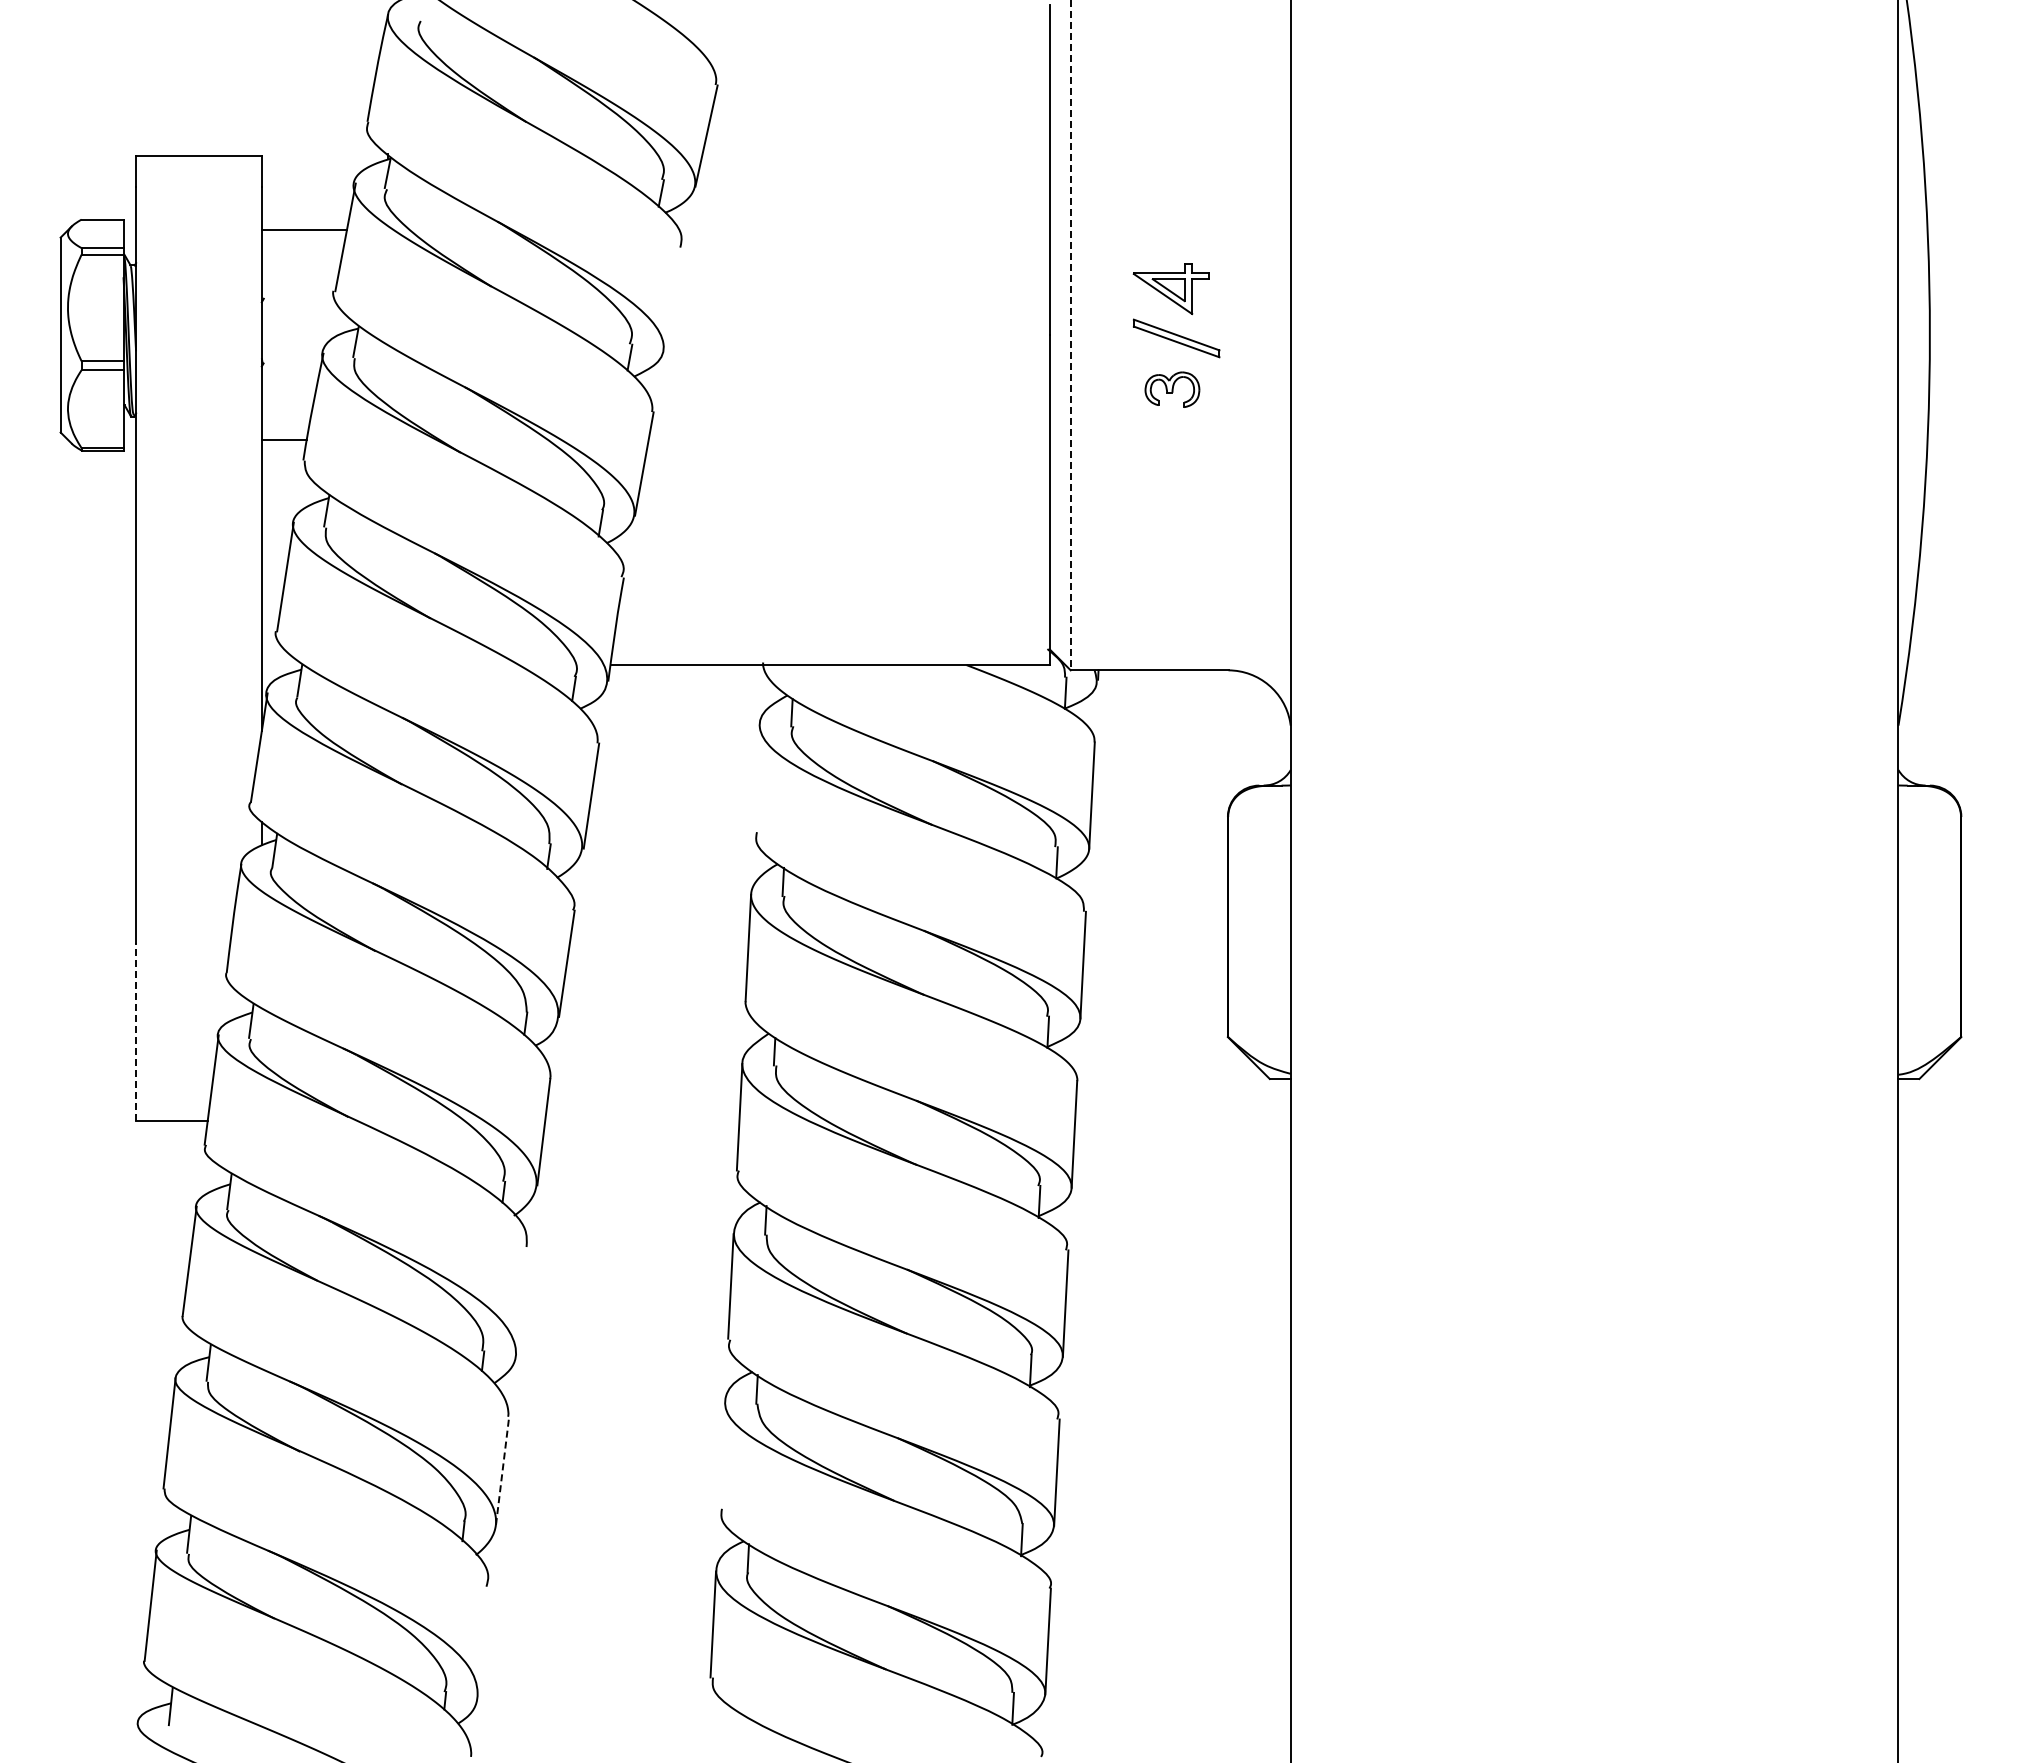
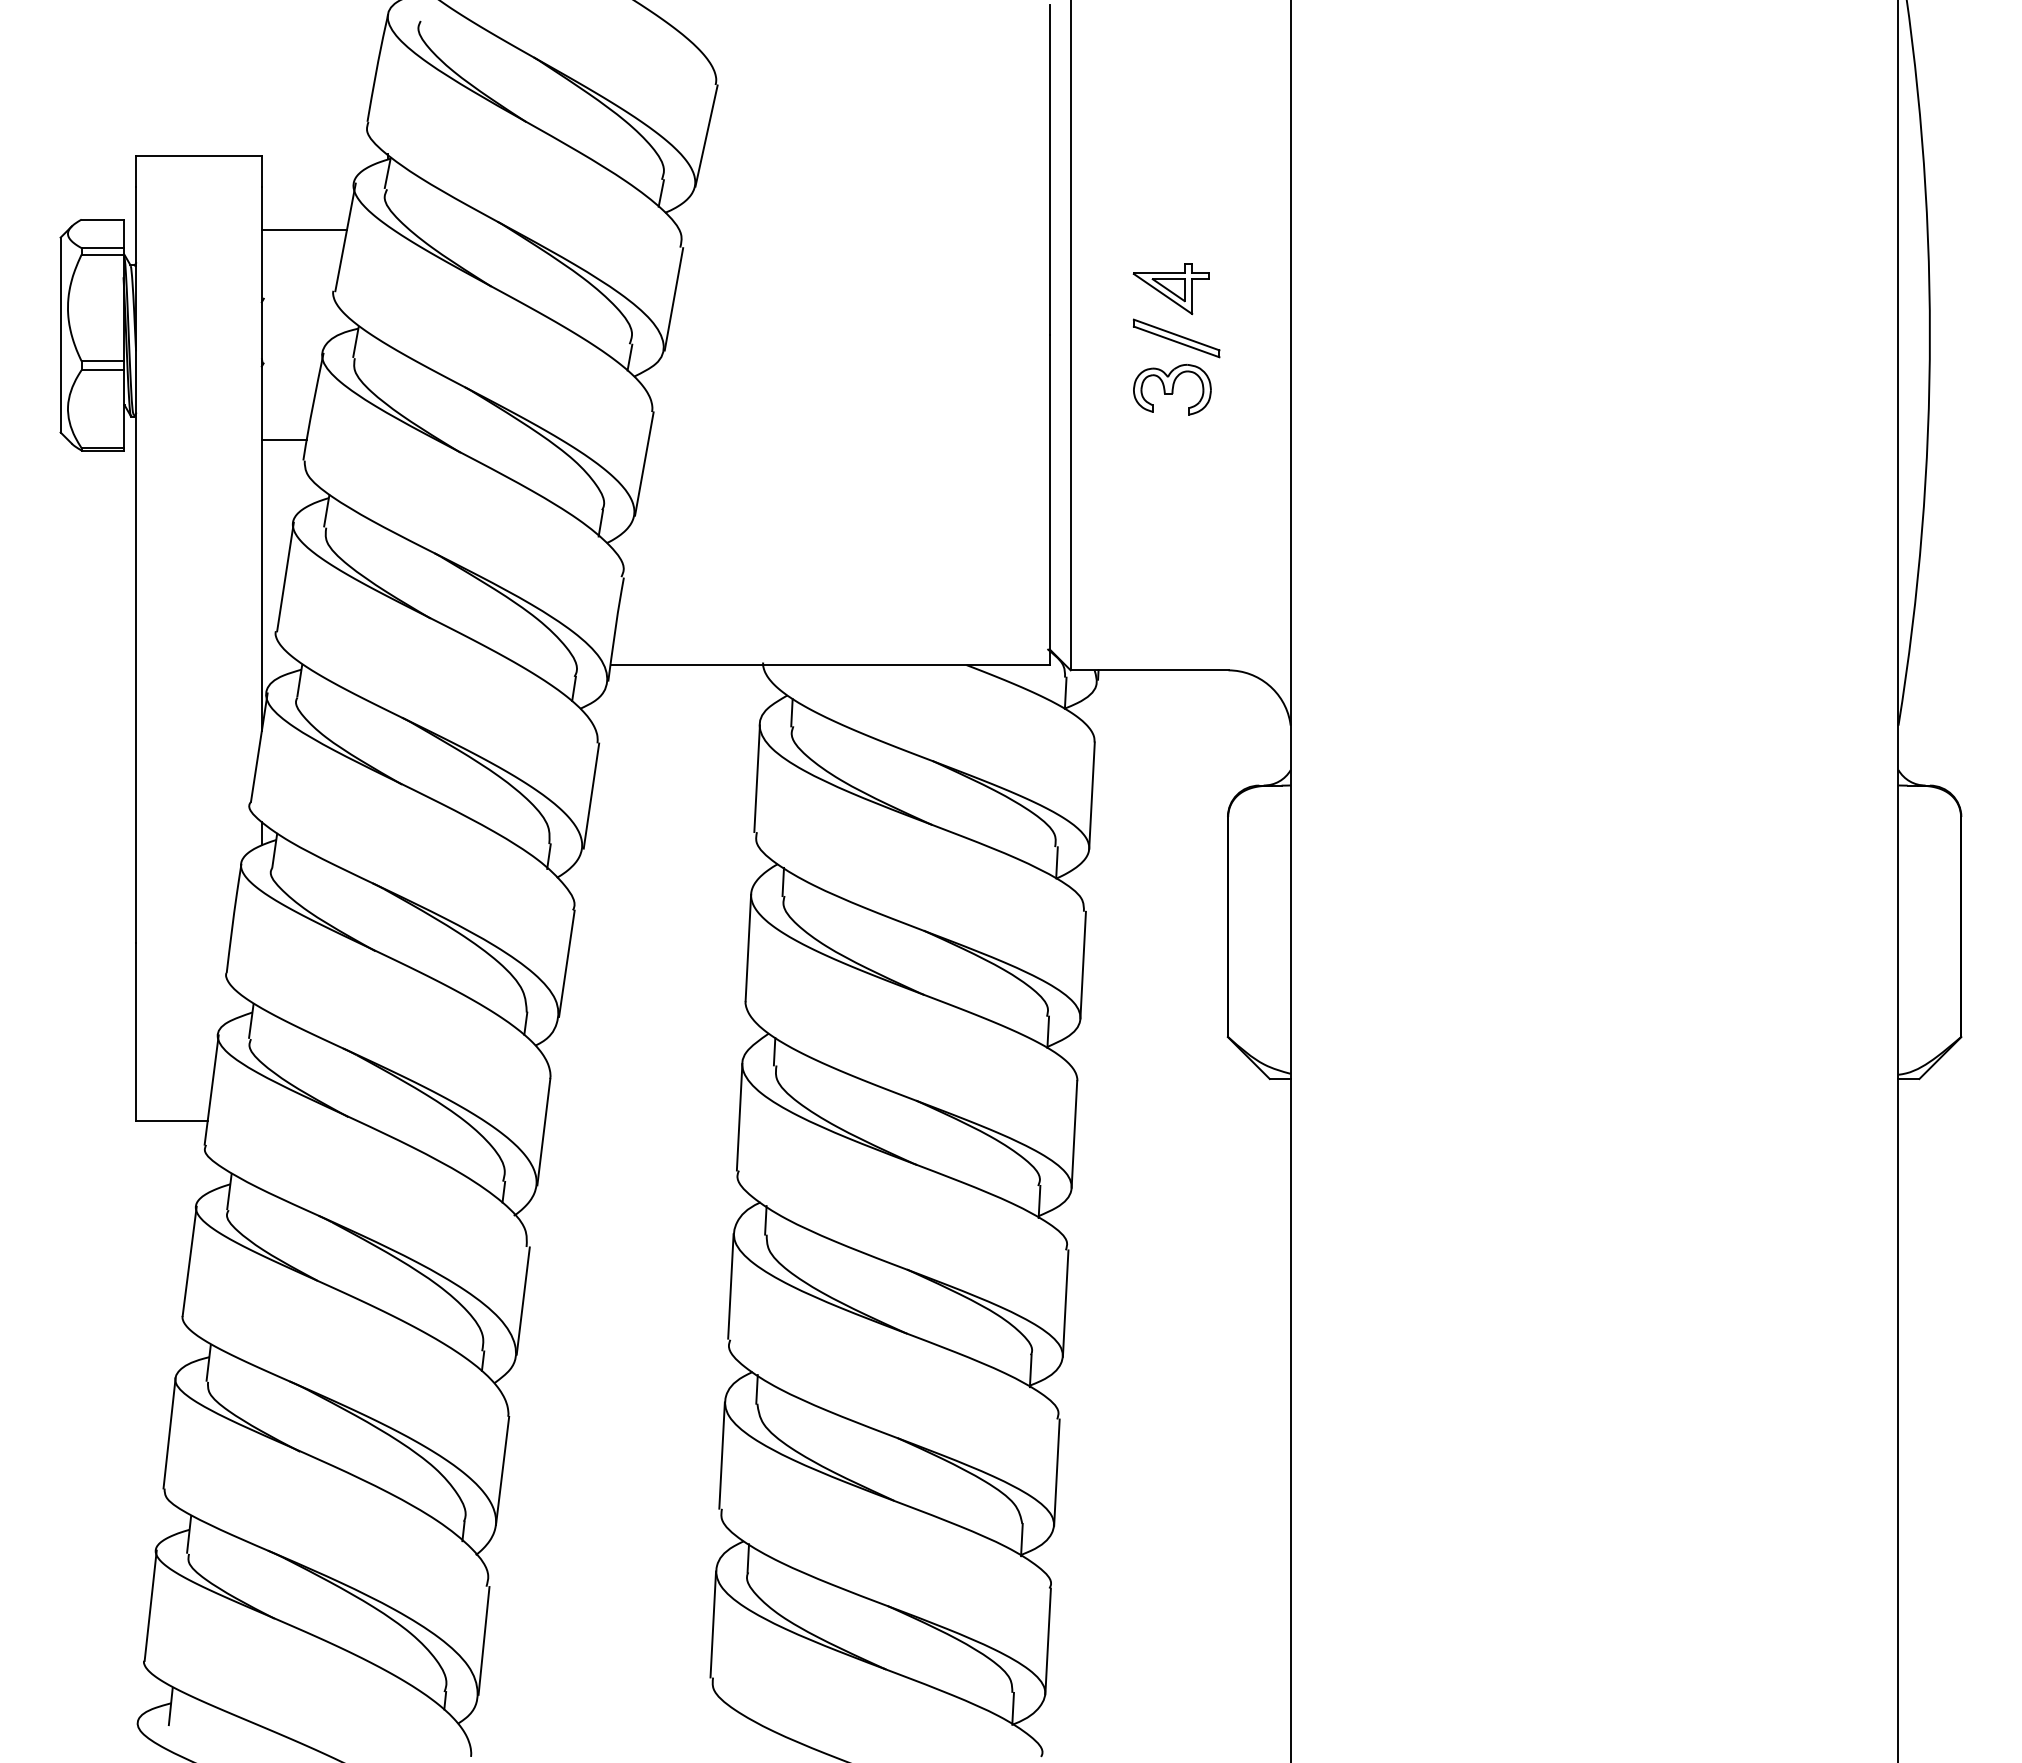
line at (673, 299): none -> present
line at (1070, 335): dashed -> solid
part at (1172, 389) size: 57x37 px -> 79x52 px
line at (756, 778): none -> present
line at (136, 1031): dashed -> solid
line at (522, 1300): none -> present
line at (721, 1455): none -> present
line at (502, 1470): dashed -> solid
line at (483, 1640): none -> present
